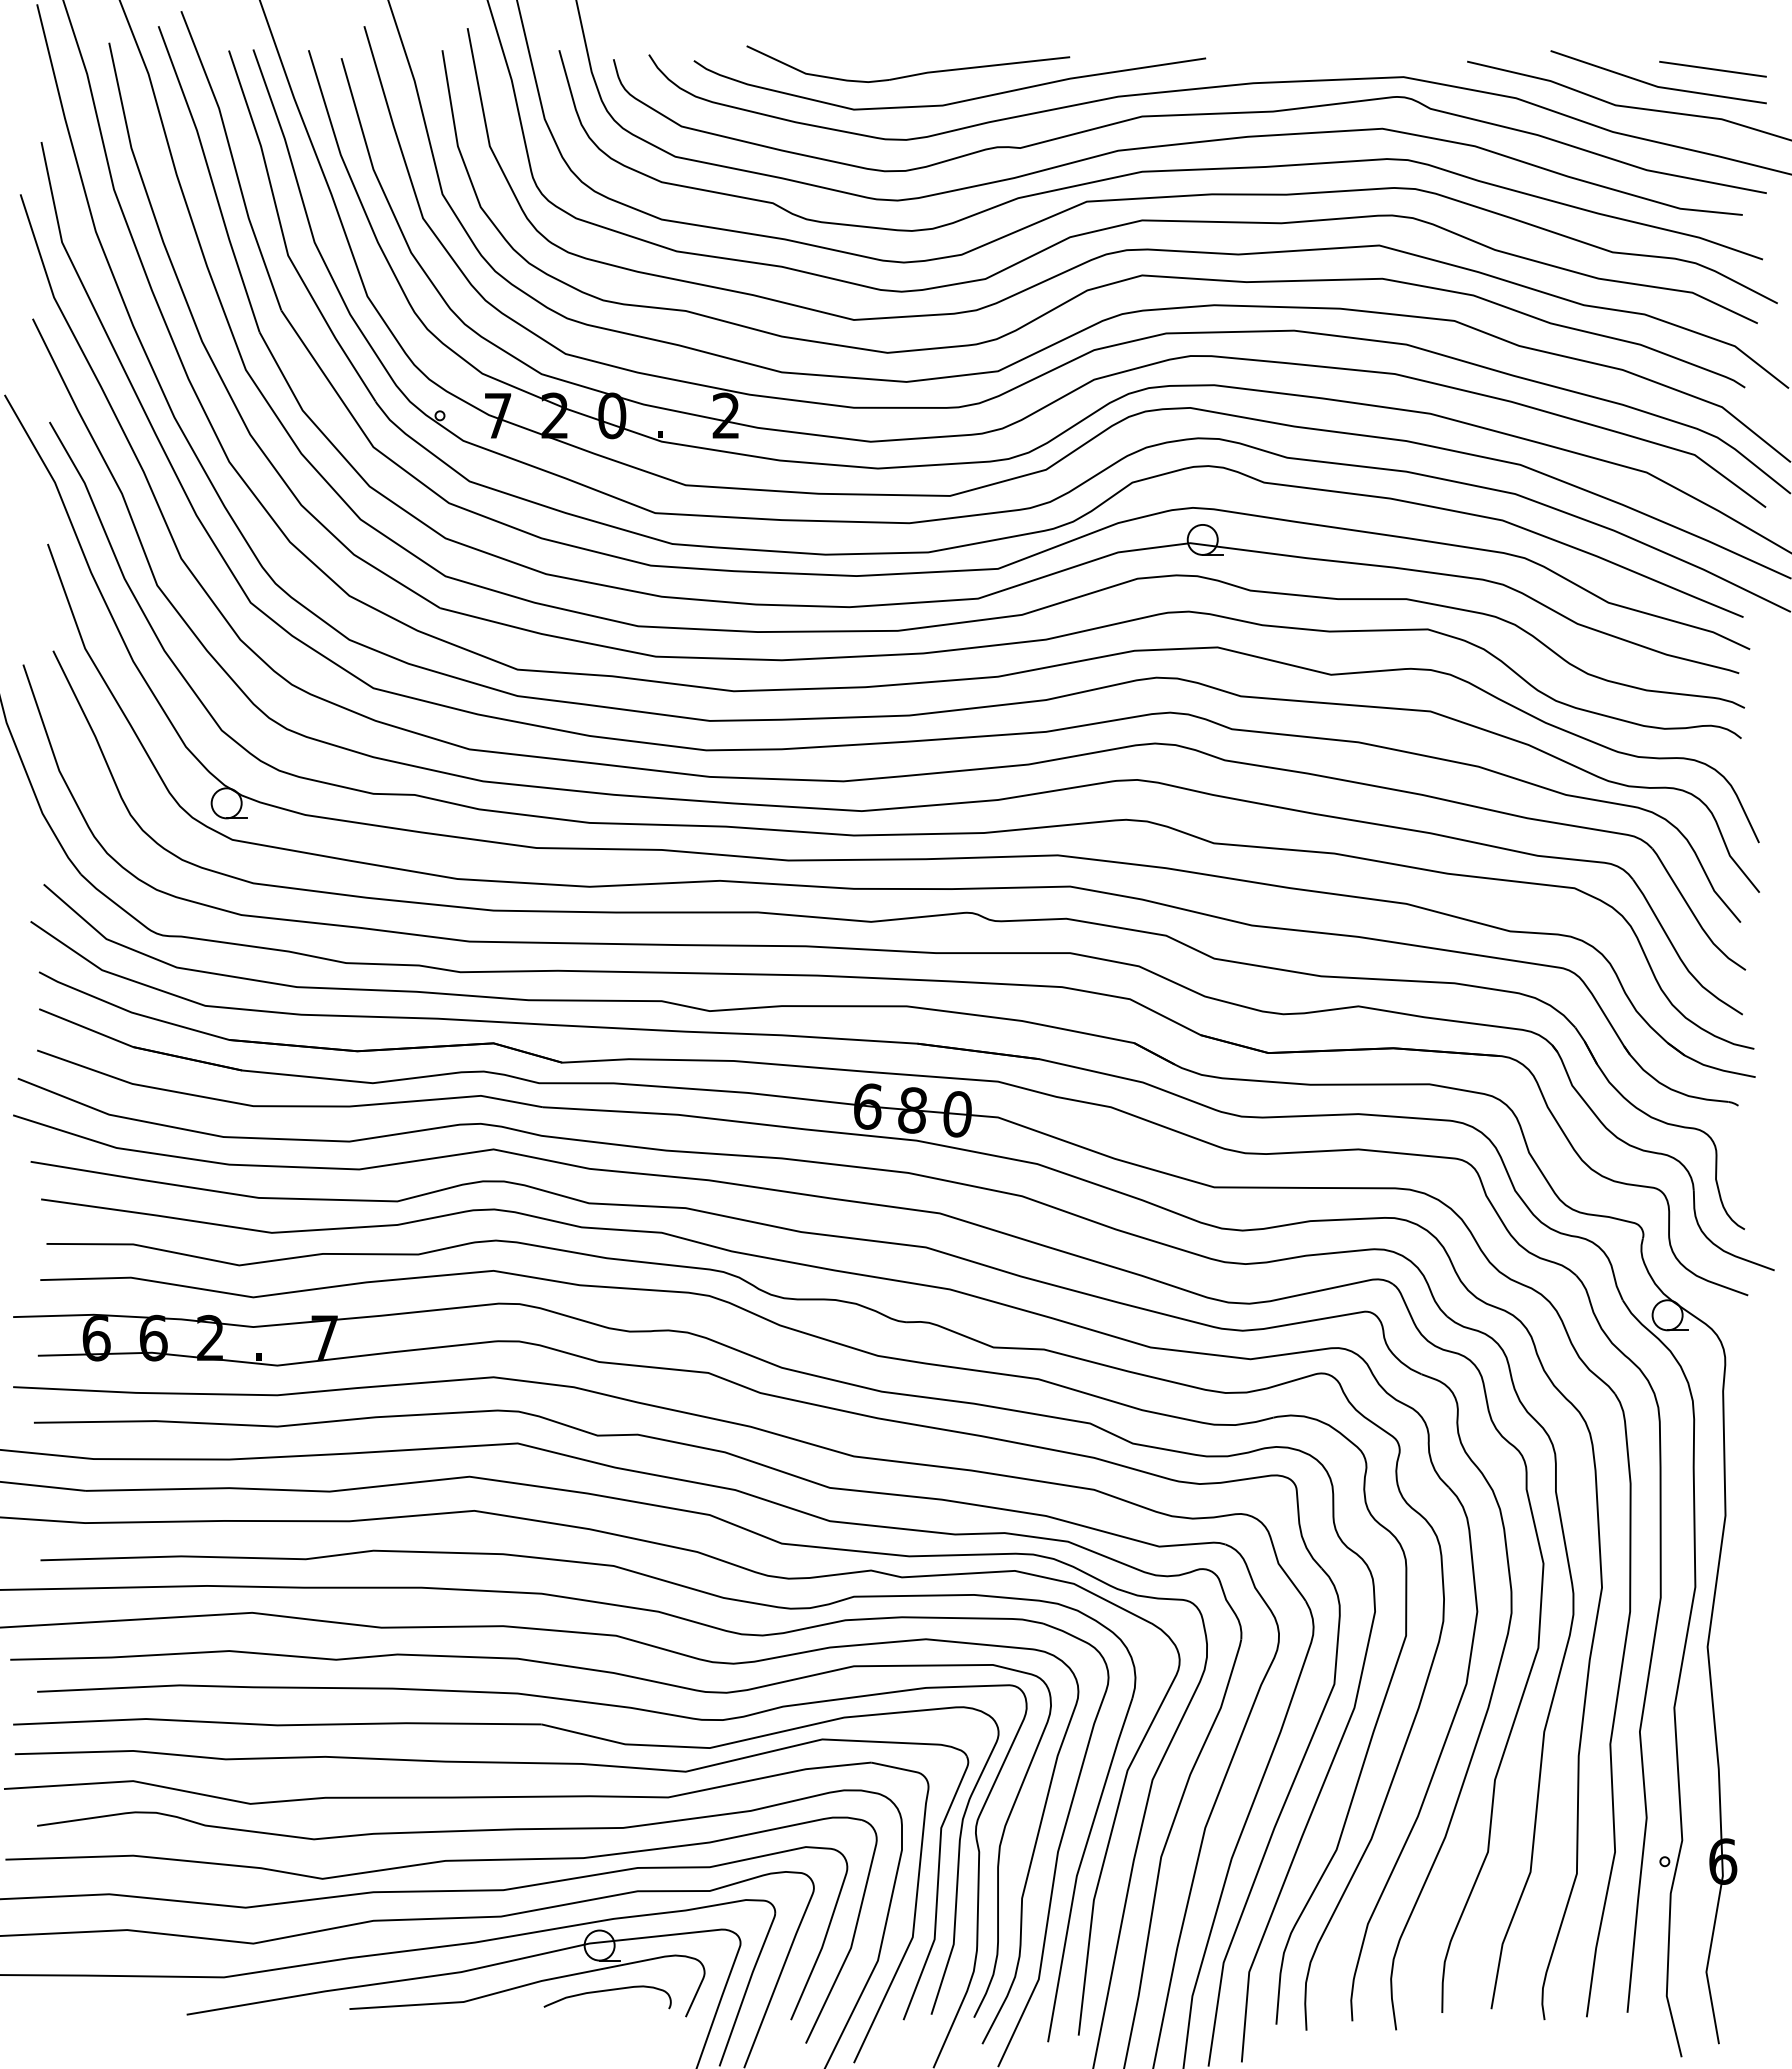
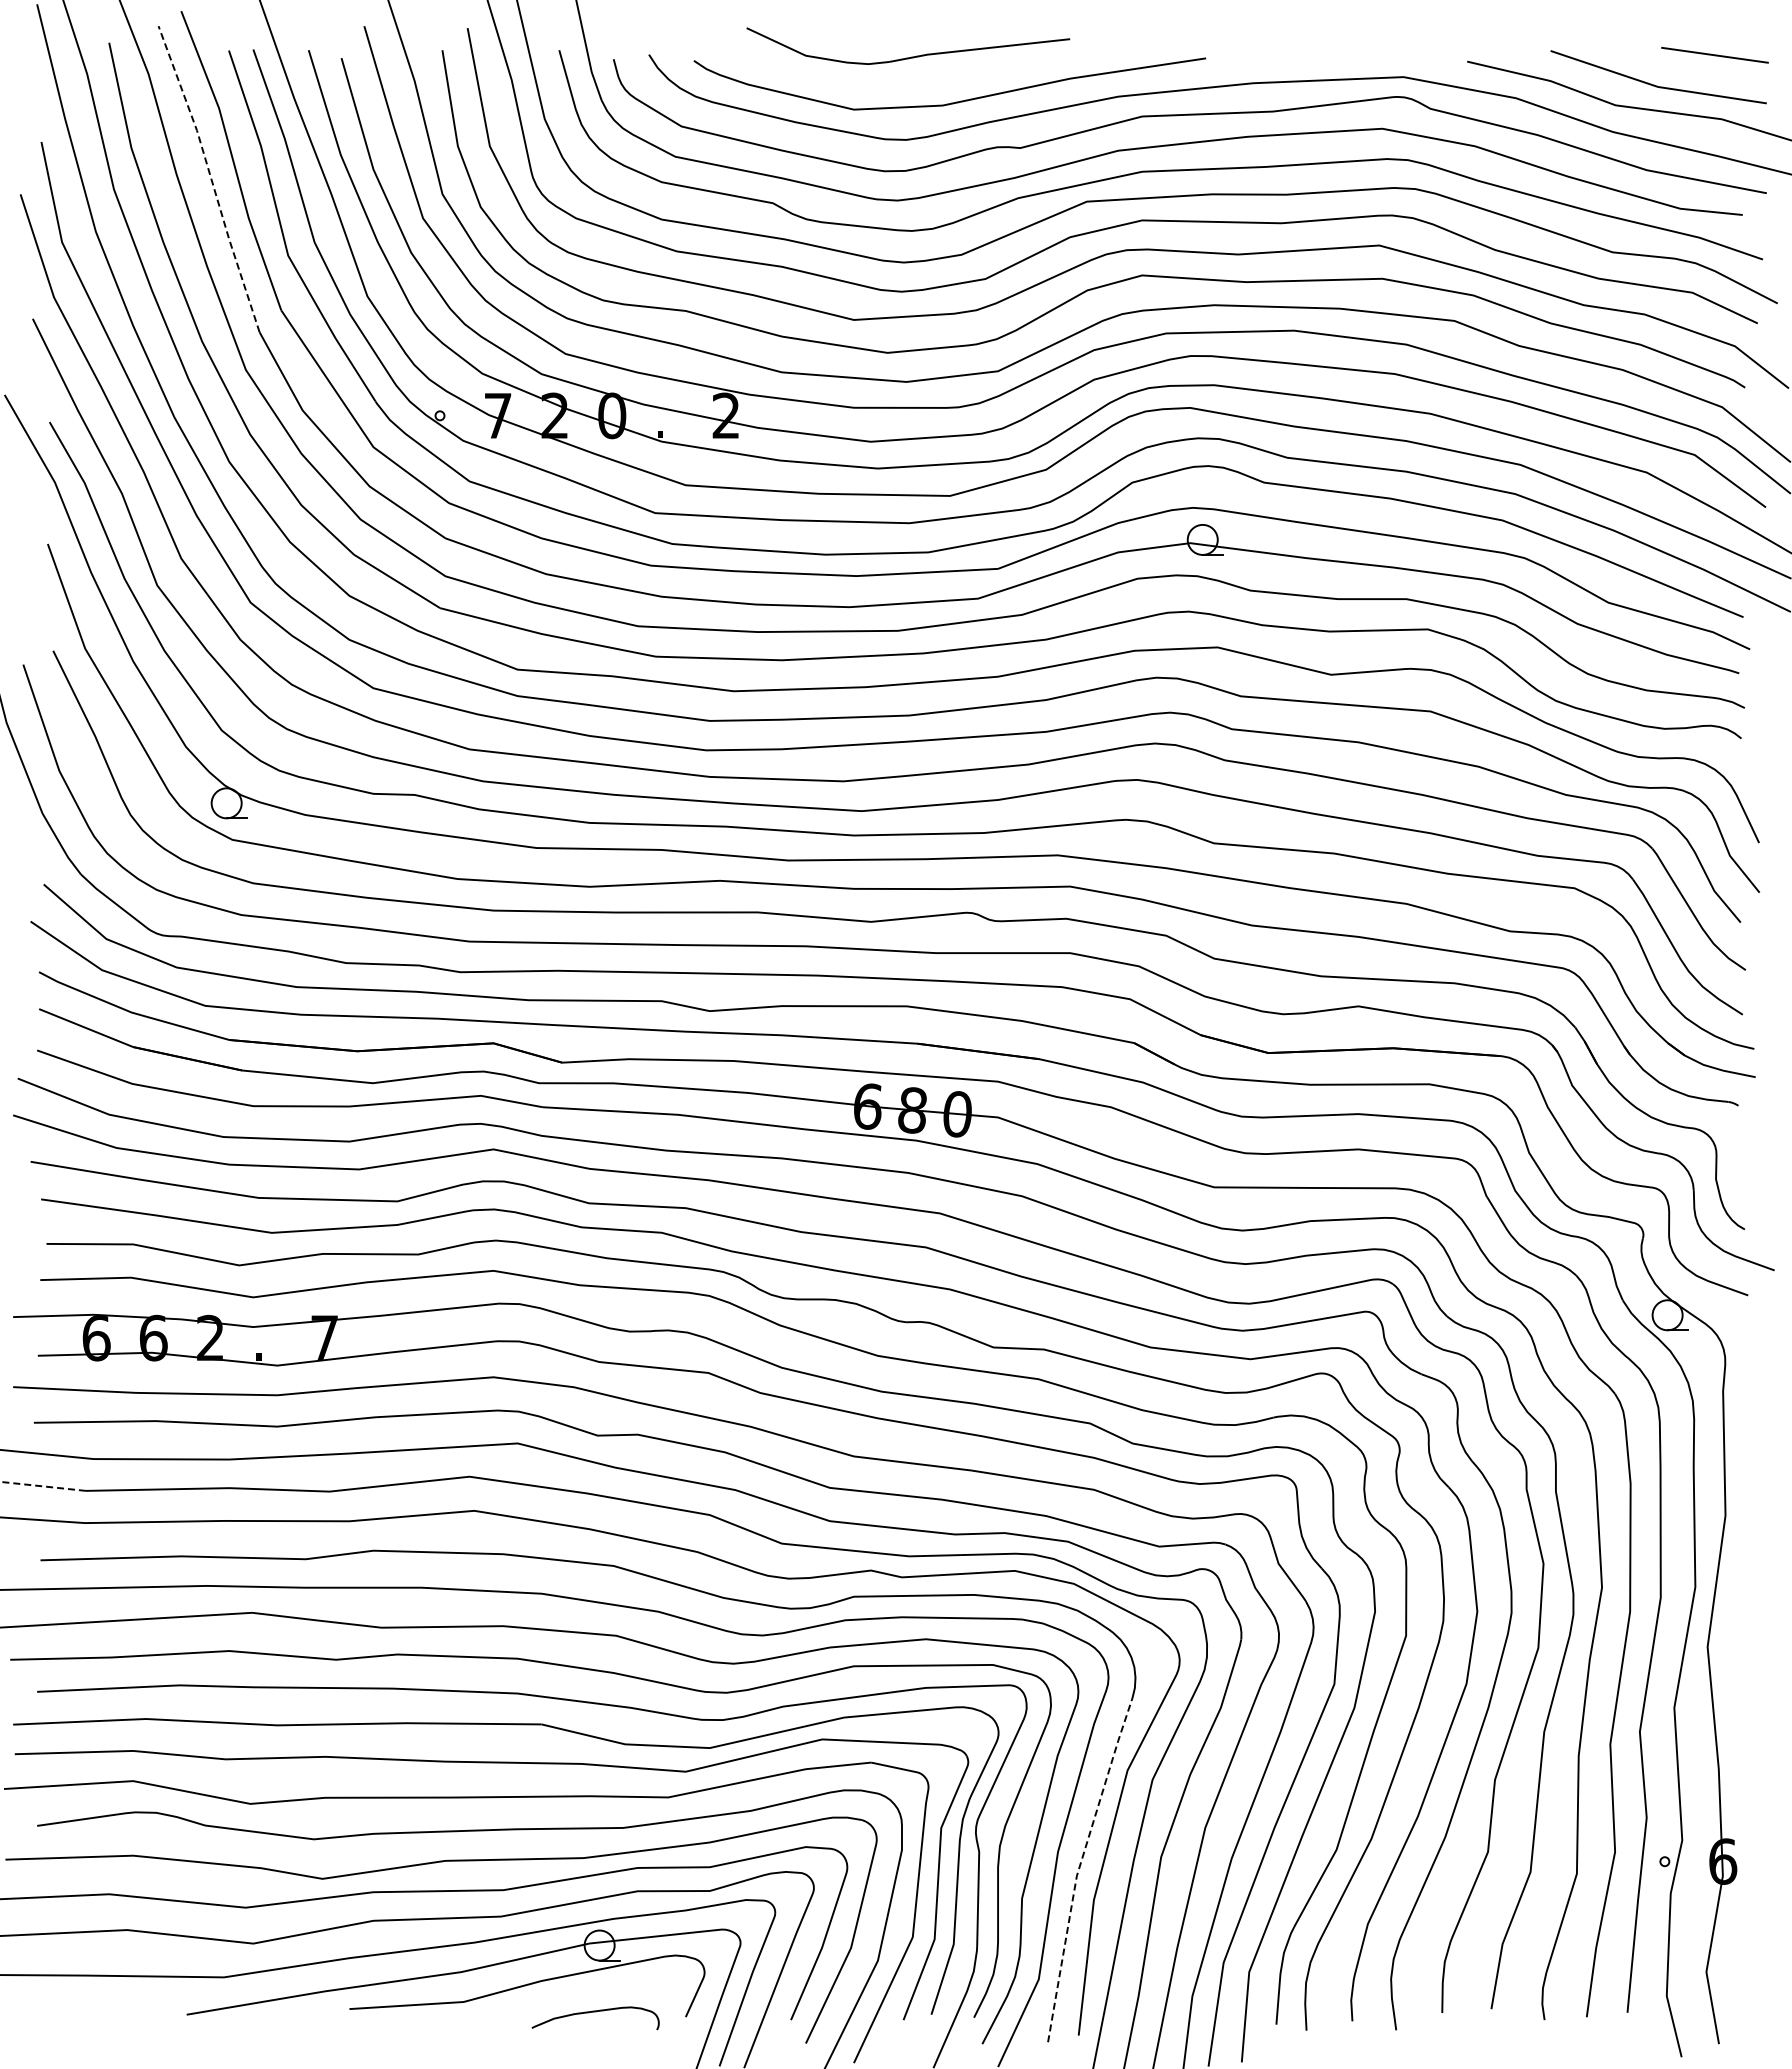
line at (1712, 69) position: (1712, 69) -> (1714, 55)
part at (911, 74) position: (911, 74) -> (911, 56)
line at (211, 178): solid -> dashed
line at (43, 1486): solid -> dashed
line at (1079, 1866): solid -> dashed
curve at (607, 1991) position: (607, 1991) -> (595, 2012)
